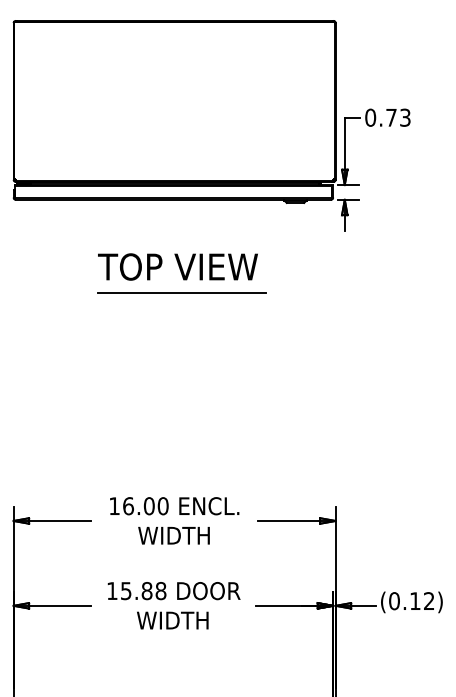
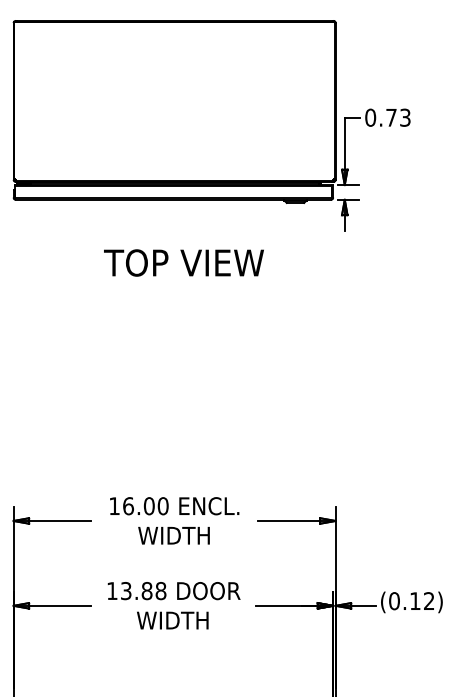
text at (177, 266) position: (177, 266) -> (183, 262)
line at (181, 293): present -> none
text at (126, 590): 15.88 -> 13.88
